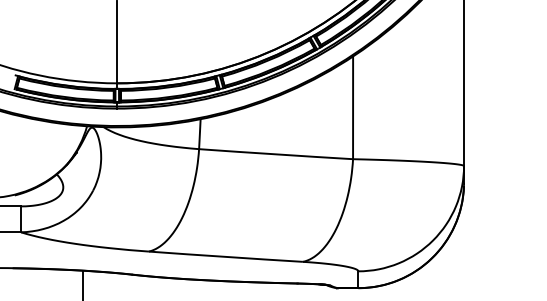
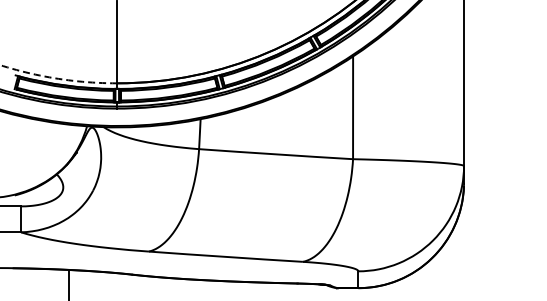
arc at (57, 78): solid -> dashed
line at (82, 283) position: (82, 283) -> (68, 283)
